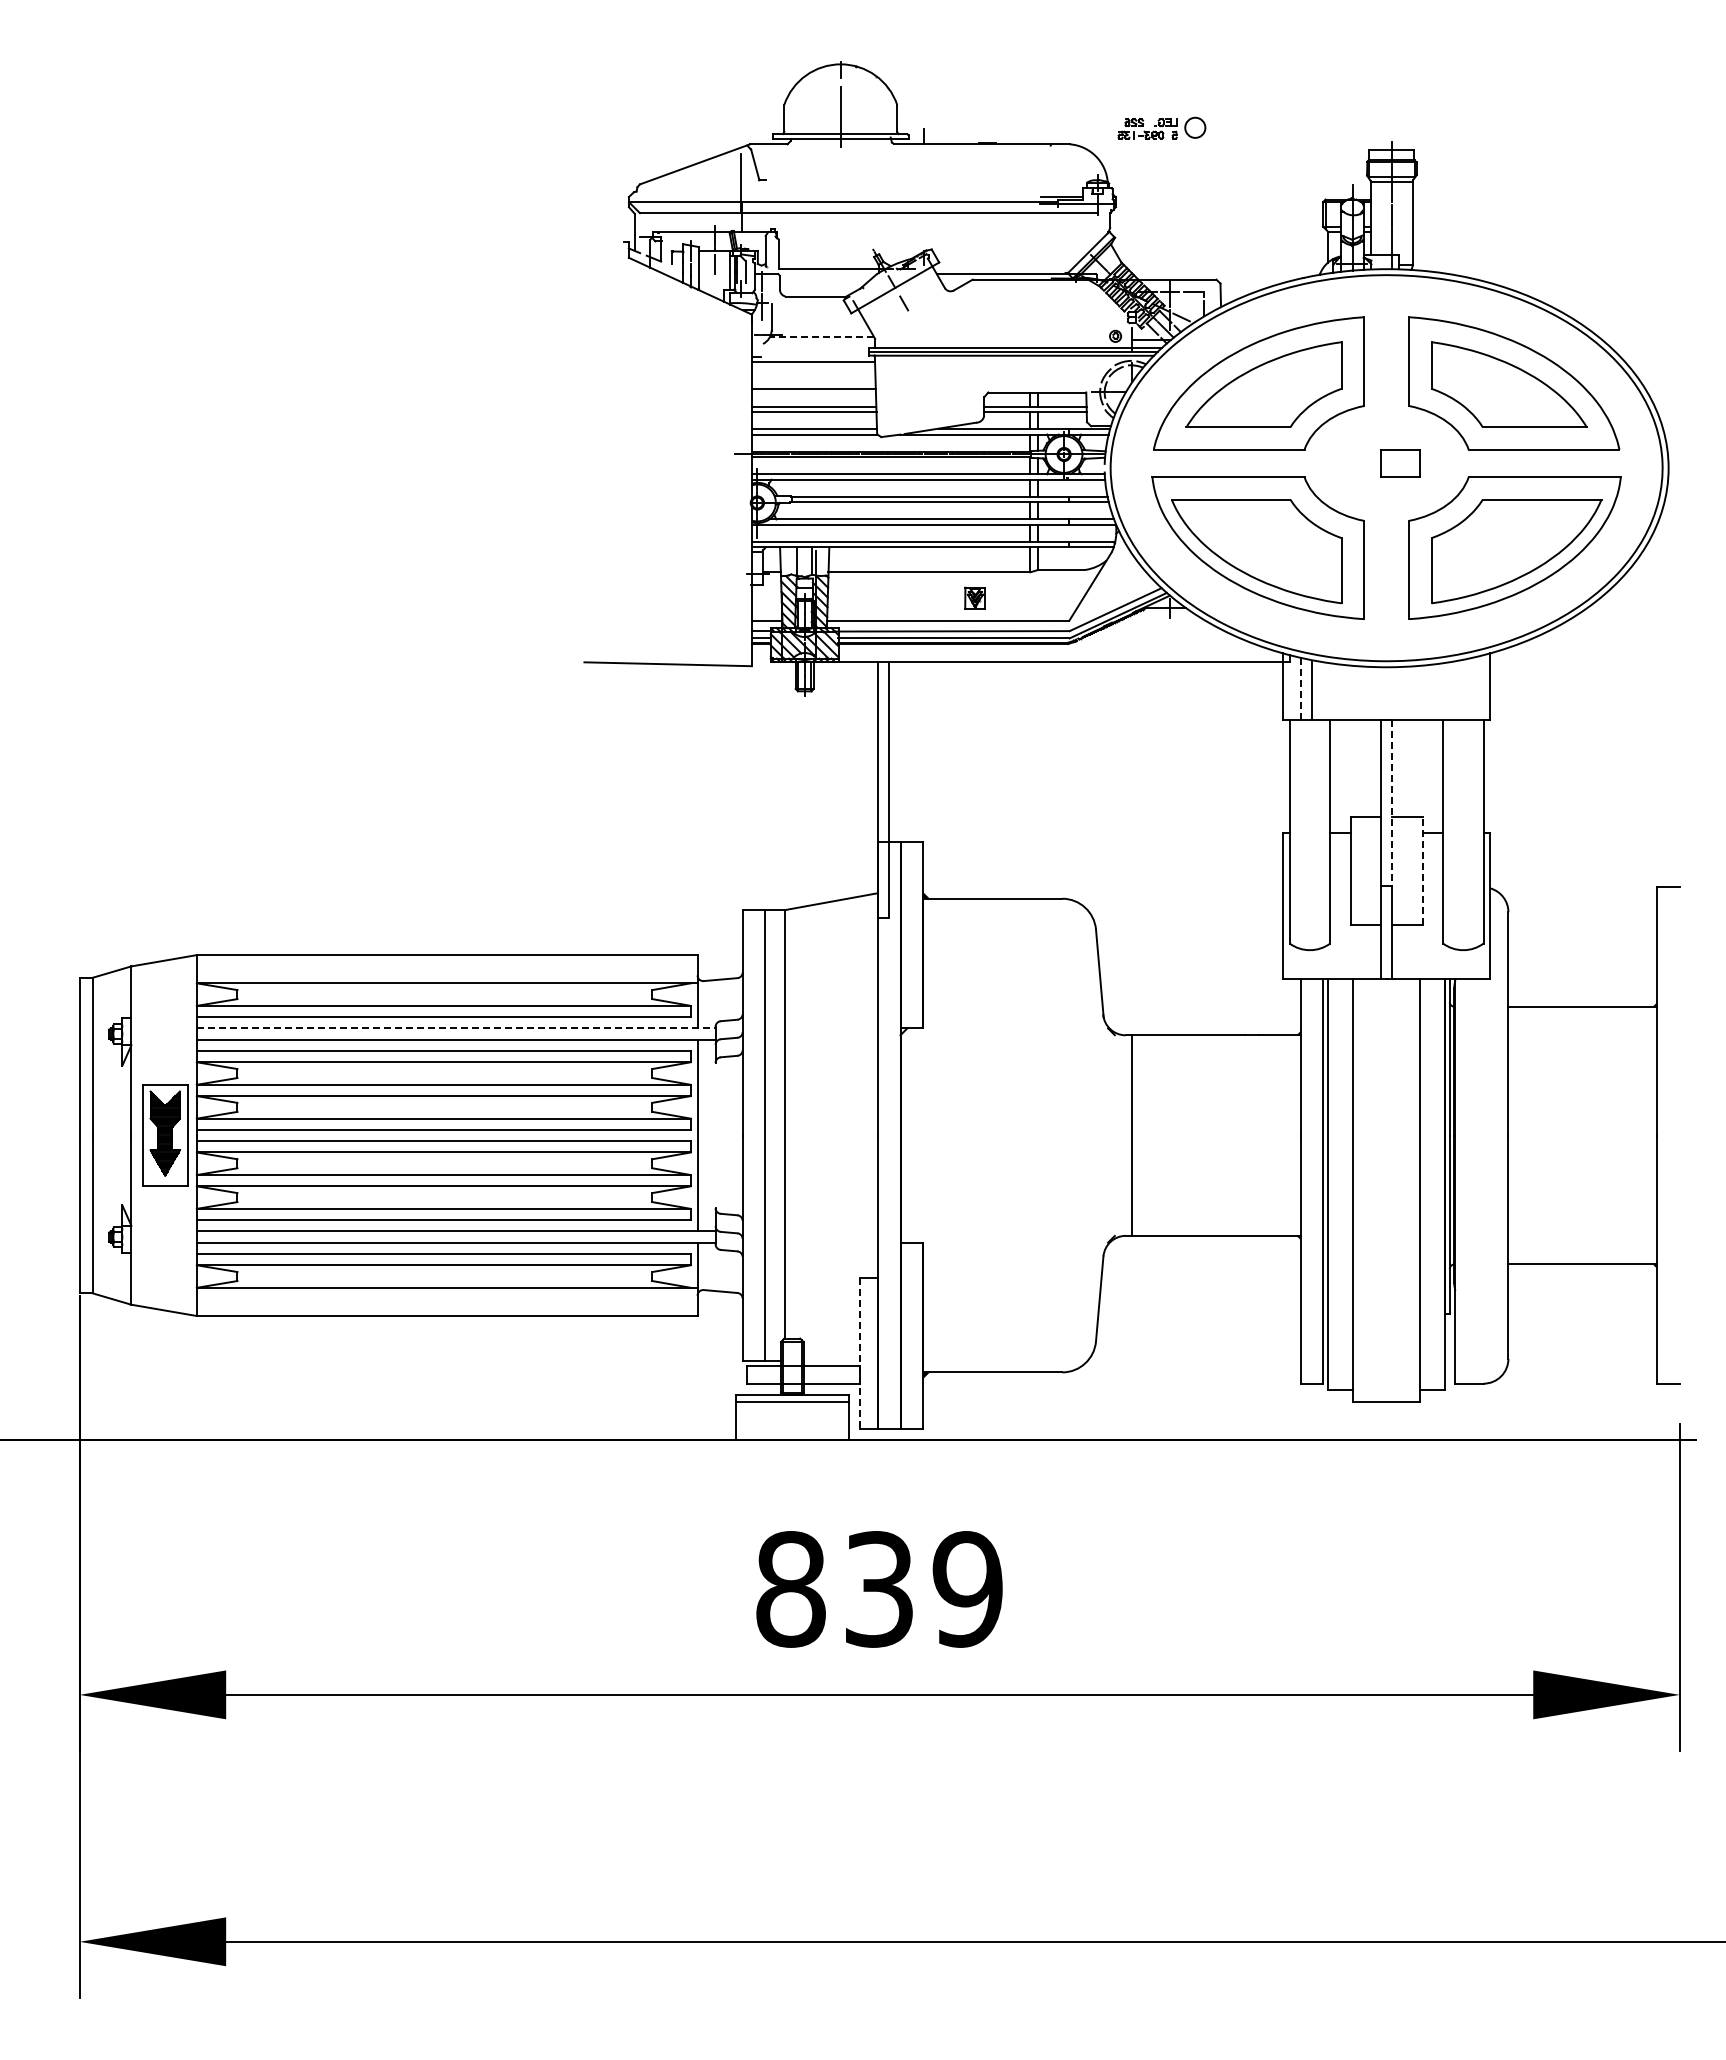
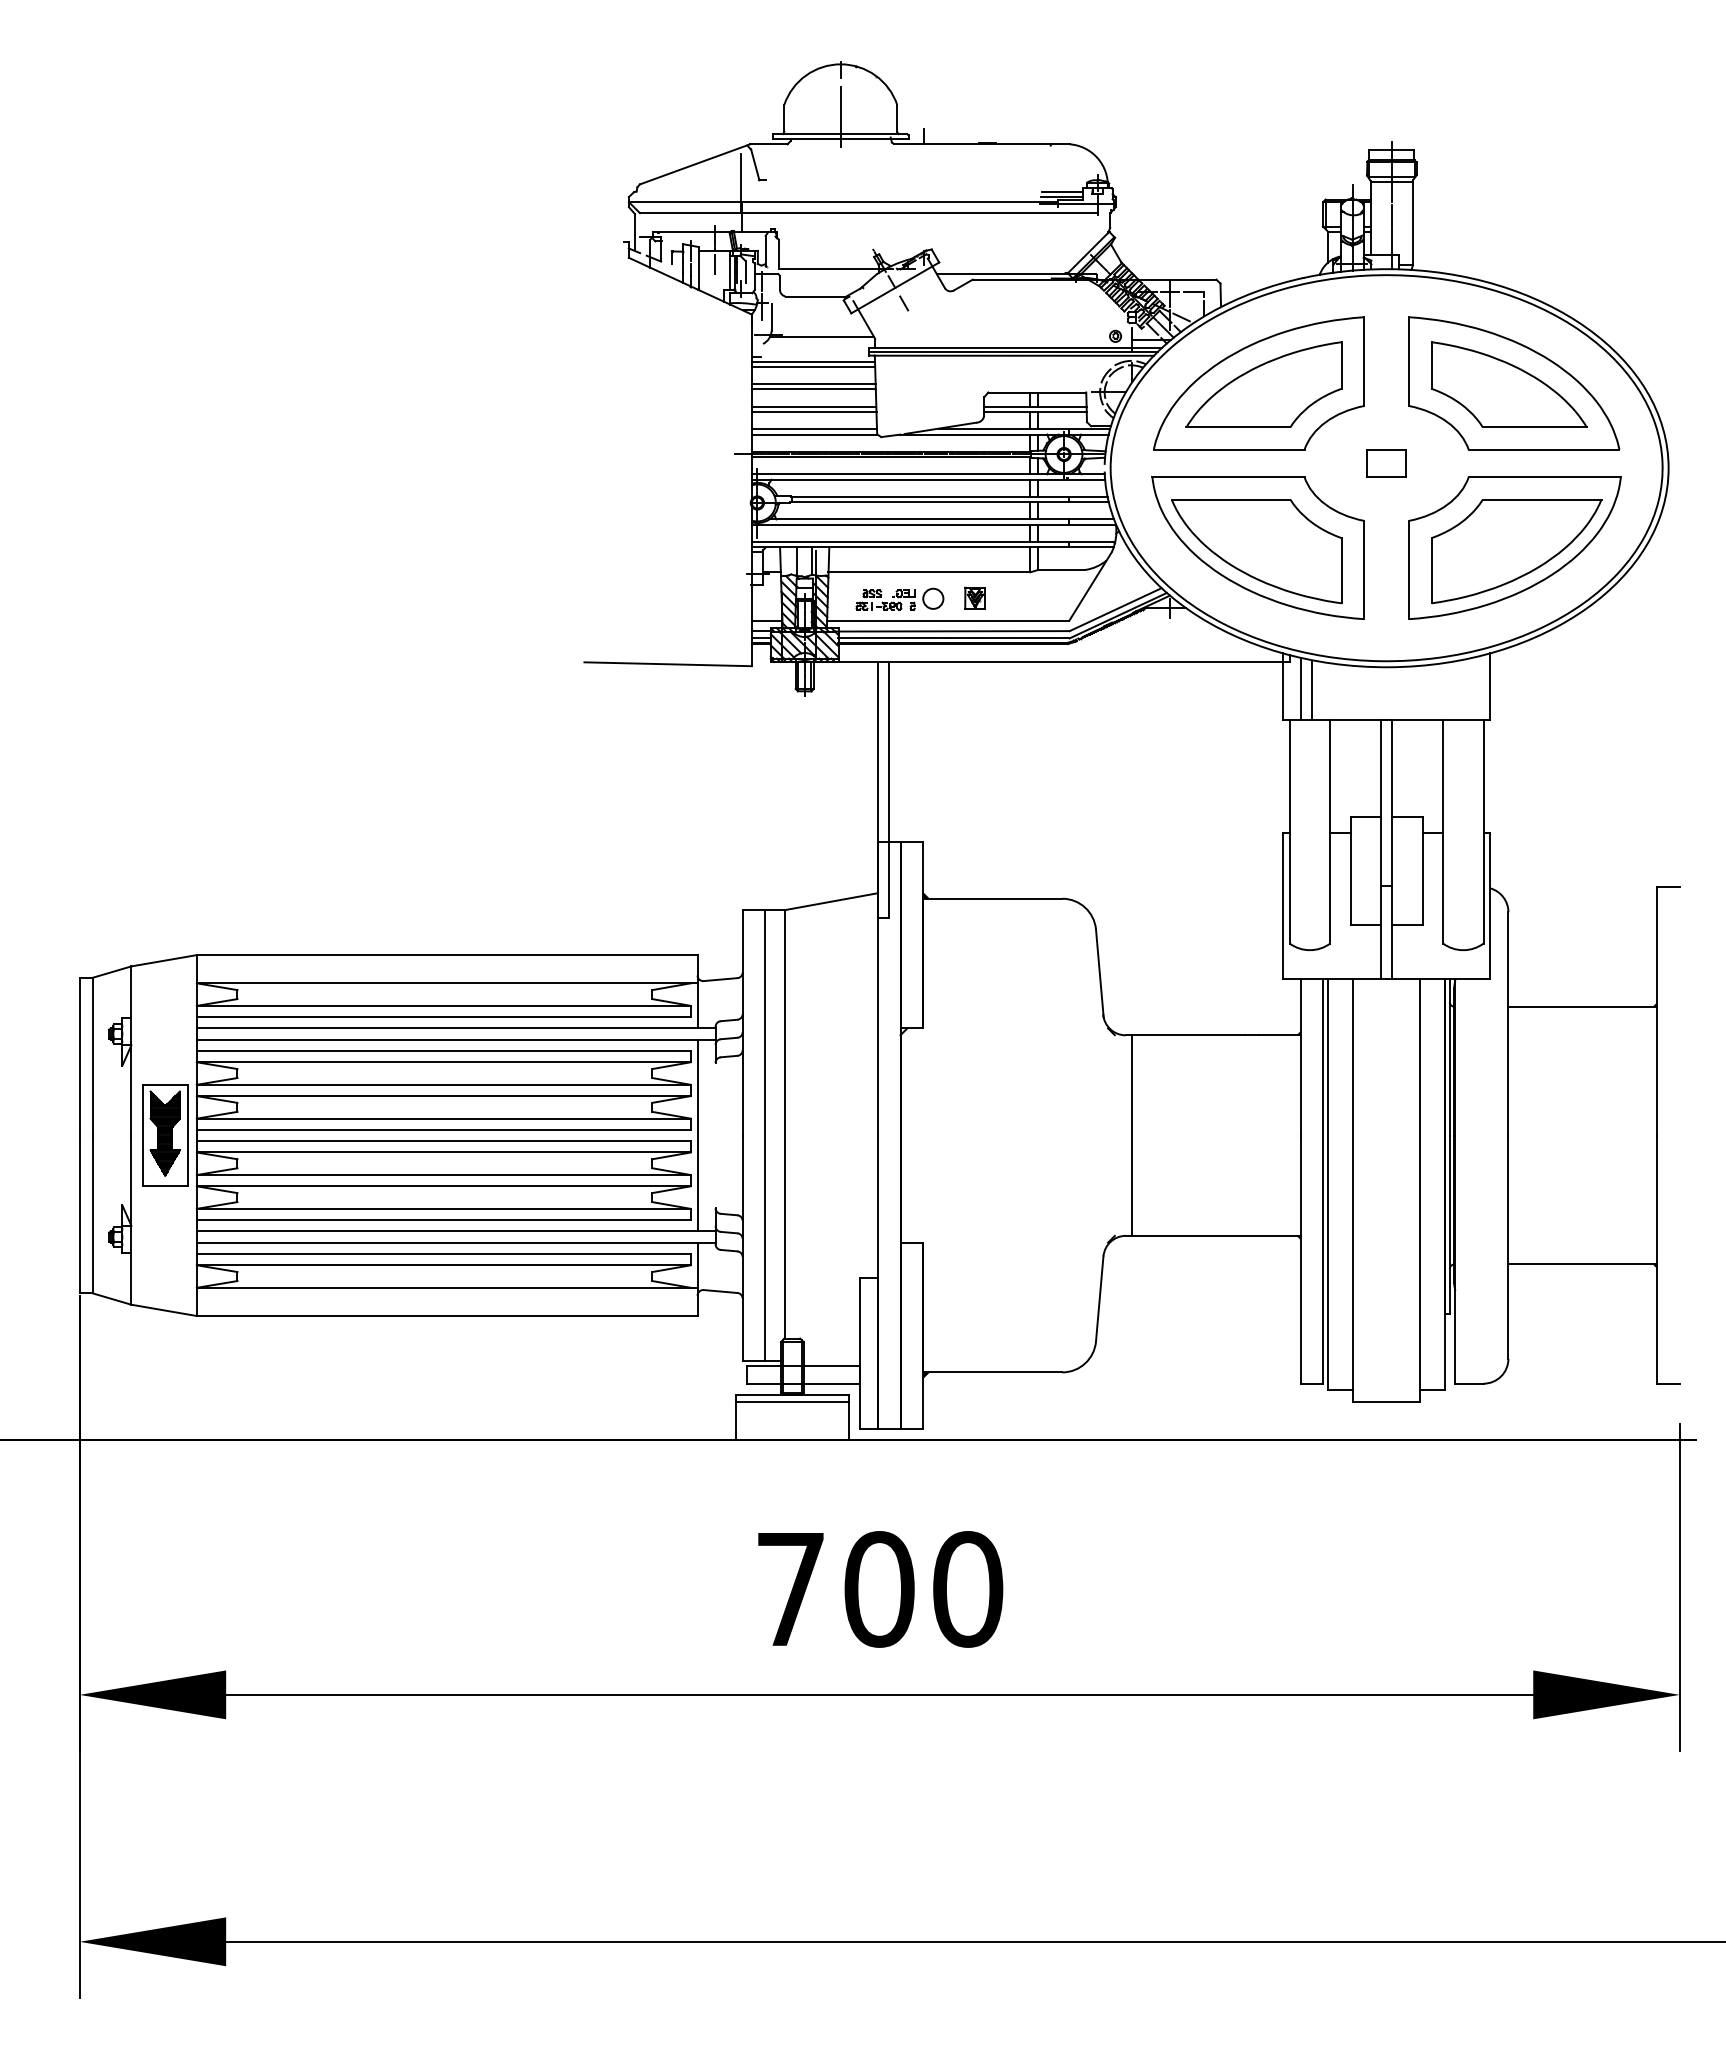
part at (1161, 127) position: (1161, 127) -> (899, 598)
line at (1062, 191): none -> present
line at (821, 336): dashed -> solid
line at (813, 366): none -> present
line at (813, 384): none -> present
part at (1400, 463) position: (1400, 463) -> (1386, 463)
line at (1300, 689): dashed -> solid
line at (1392, 803): dashed -> solid
line at (1422, 870): dashed -> solid
line at (456, 1028): dashed -> solid
line at (859, 1354): dashed -> solid
text at (879, 1589): 839 -> 700
